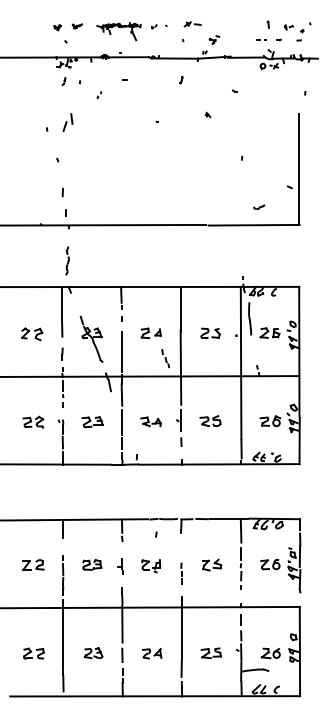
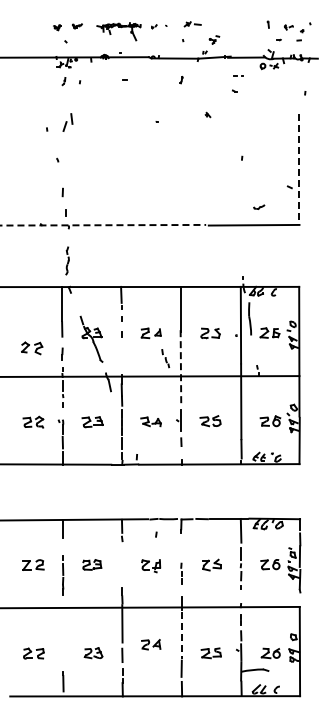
part at (261, 39) position: (261, 39) -> (238, 75)
part at (98, 95): present -> none
line at (299, 169): solid -> dashed
line at (103, 225): solid -> dashed
part at (32, 334) position: (32, 334) -> (32, 348)
line at (121, 355): present -> none
line at (180, 368): solid -> dashed
part at (120, 566): present -> none
line at (63, 635): present -> none
line at (181, 635): solid -> dashed
part at (152, 653) position: (152, 653) -> (151, 644)
